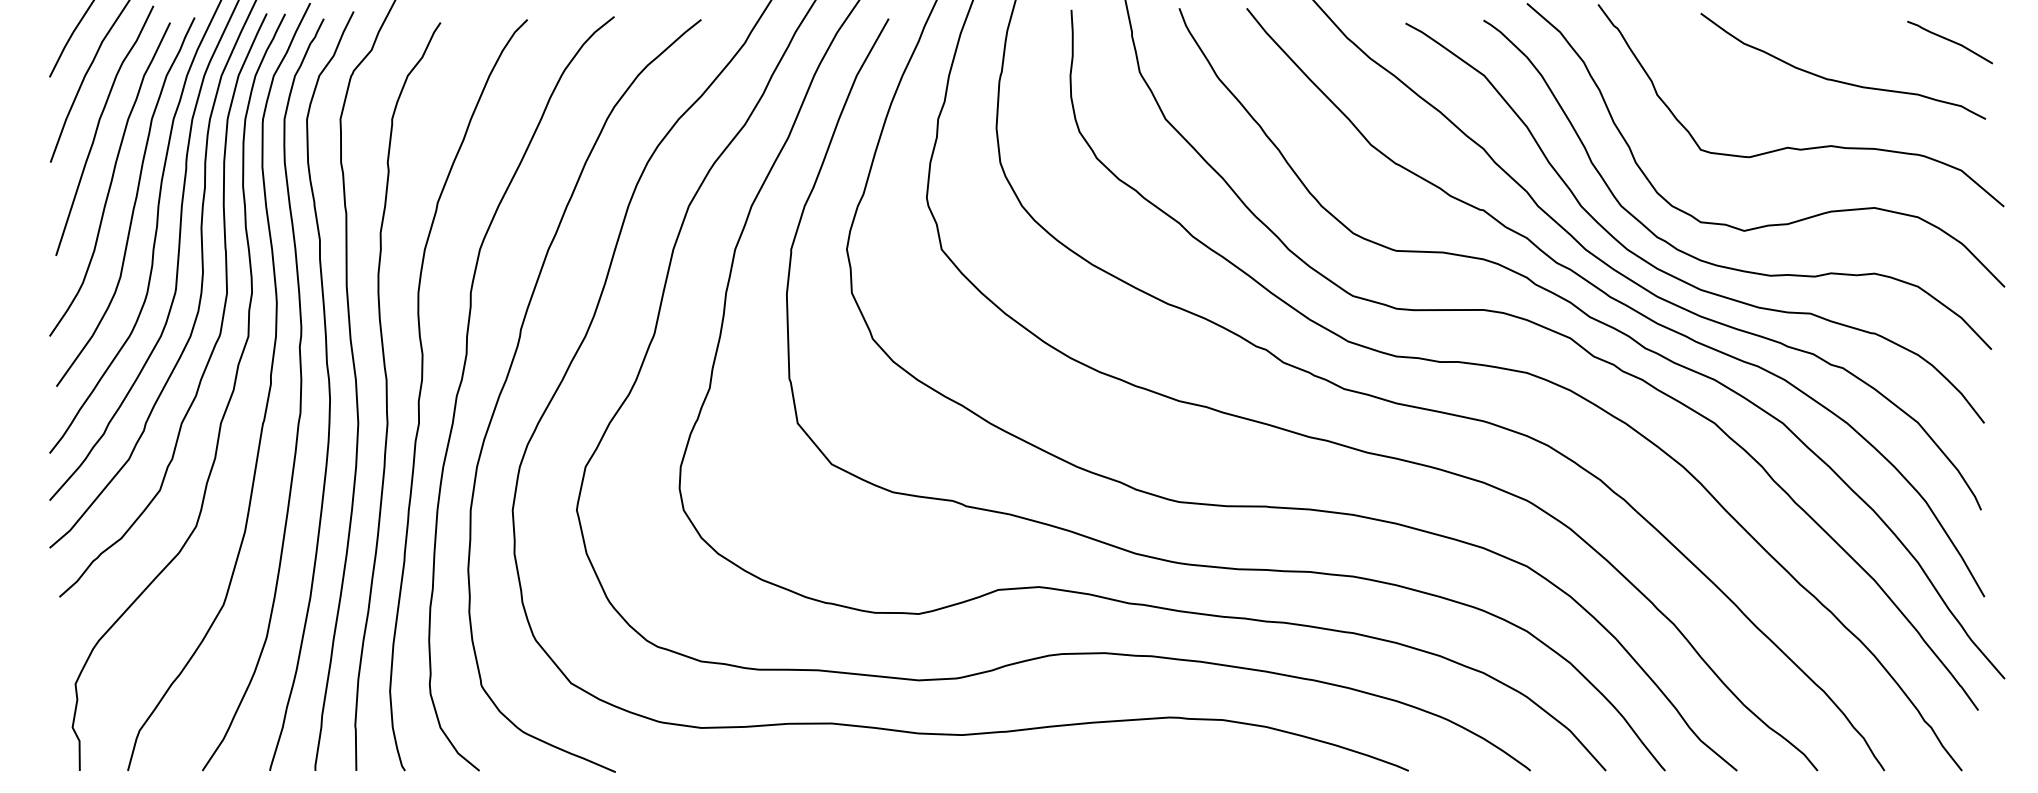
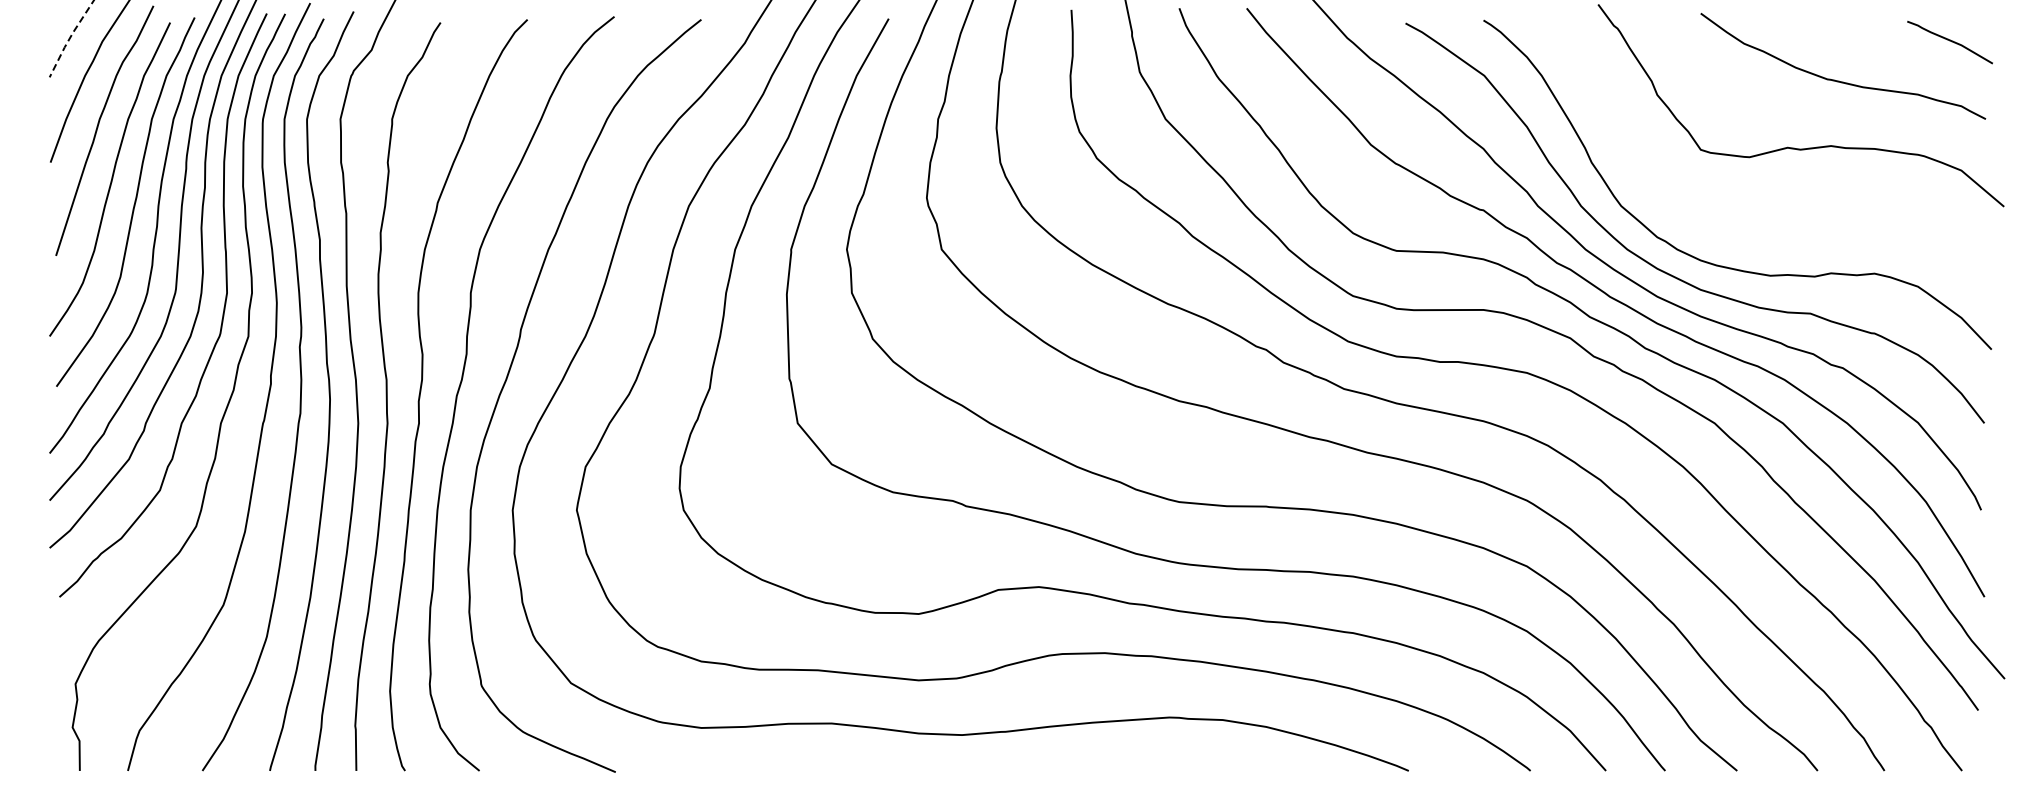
line at (69, 38): solid -> dashed
curve at (1767, 224): present -> none
